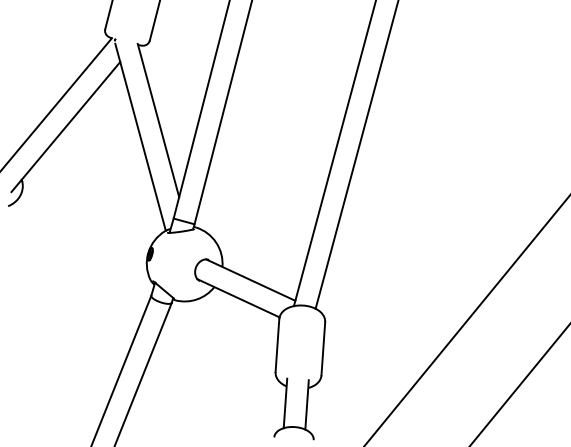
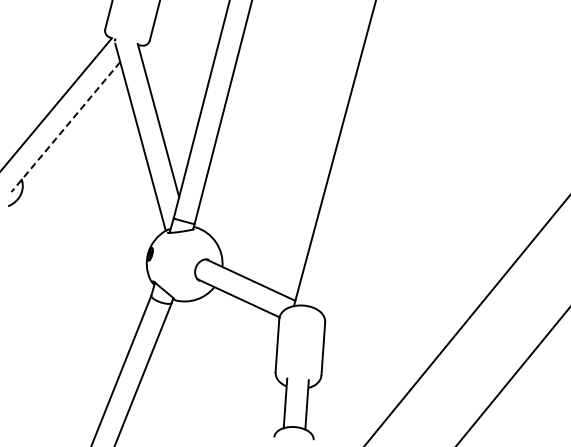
line at (65, 127): solid -> dashed
line at (356, 155): present -> none
line at (519, 385) position: (519, 385) -> (512, 376)
